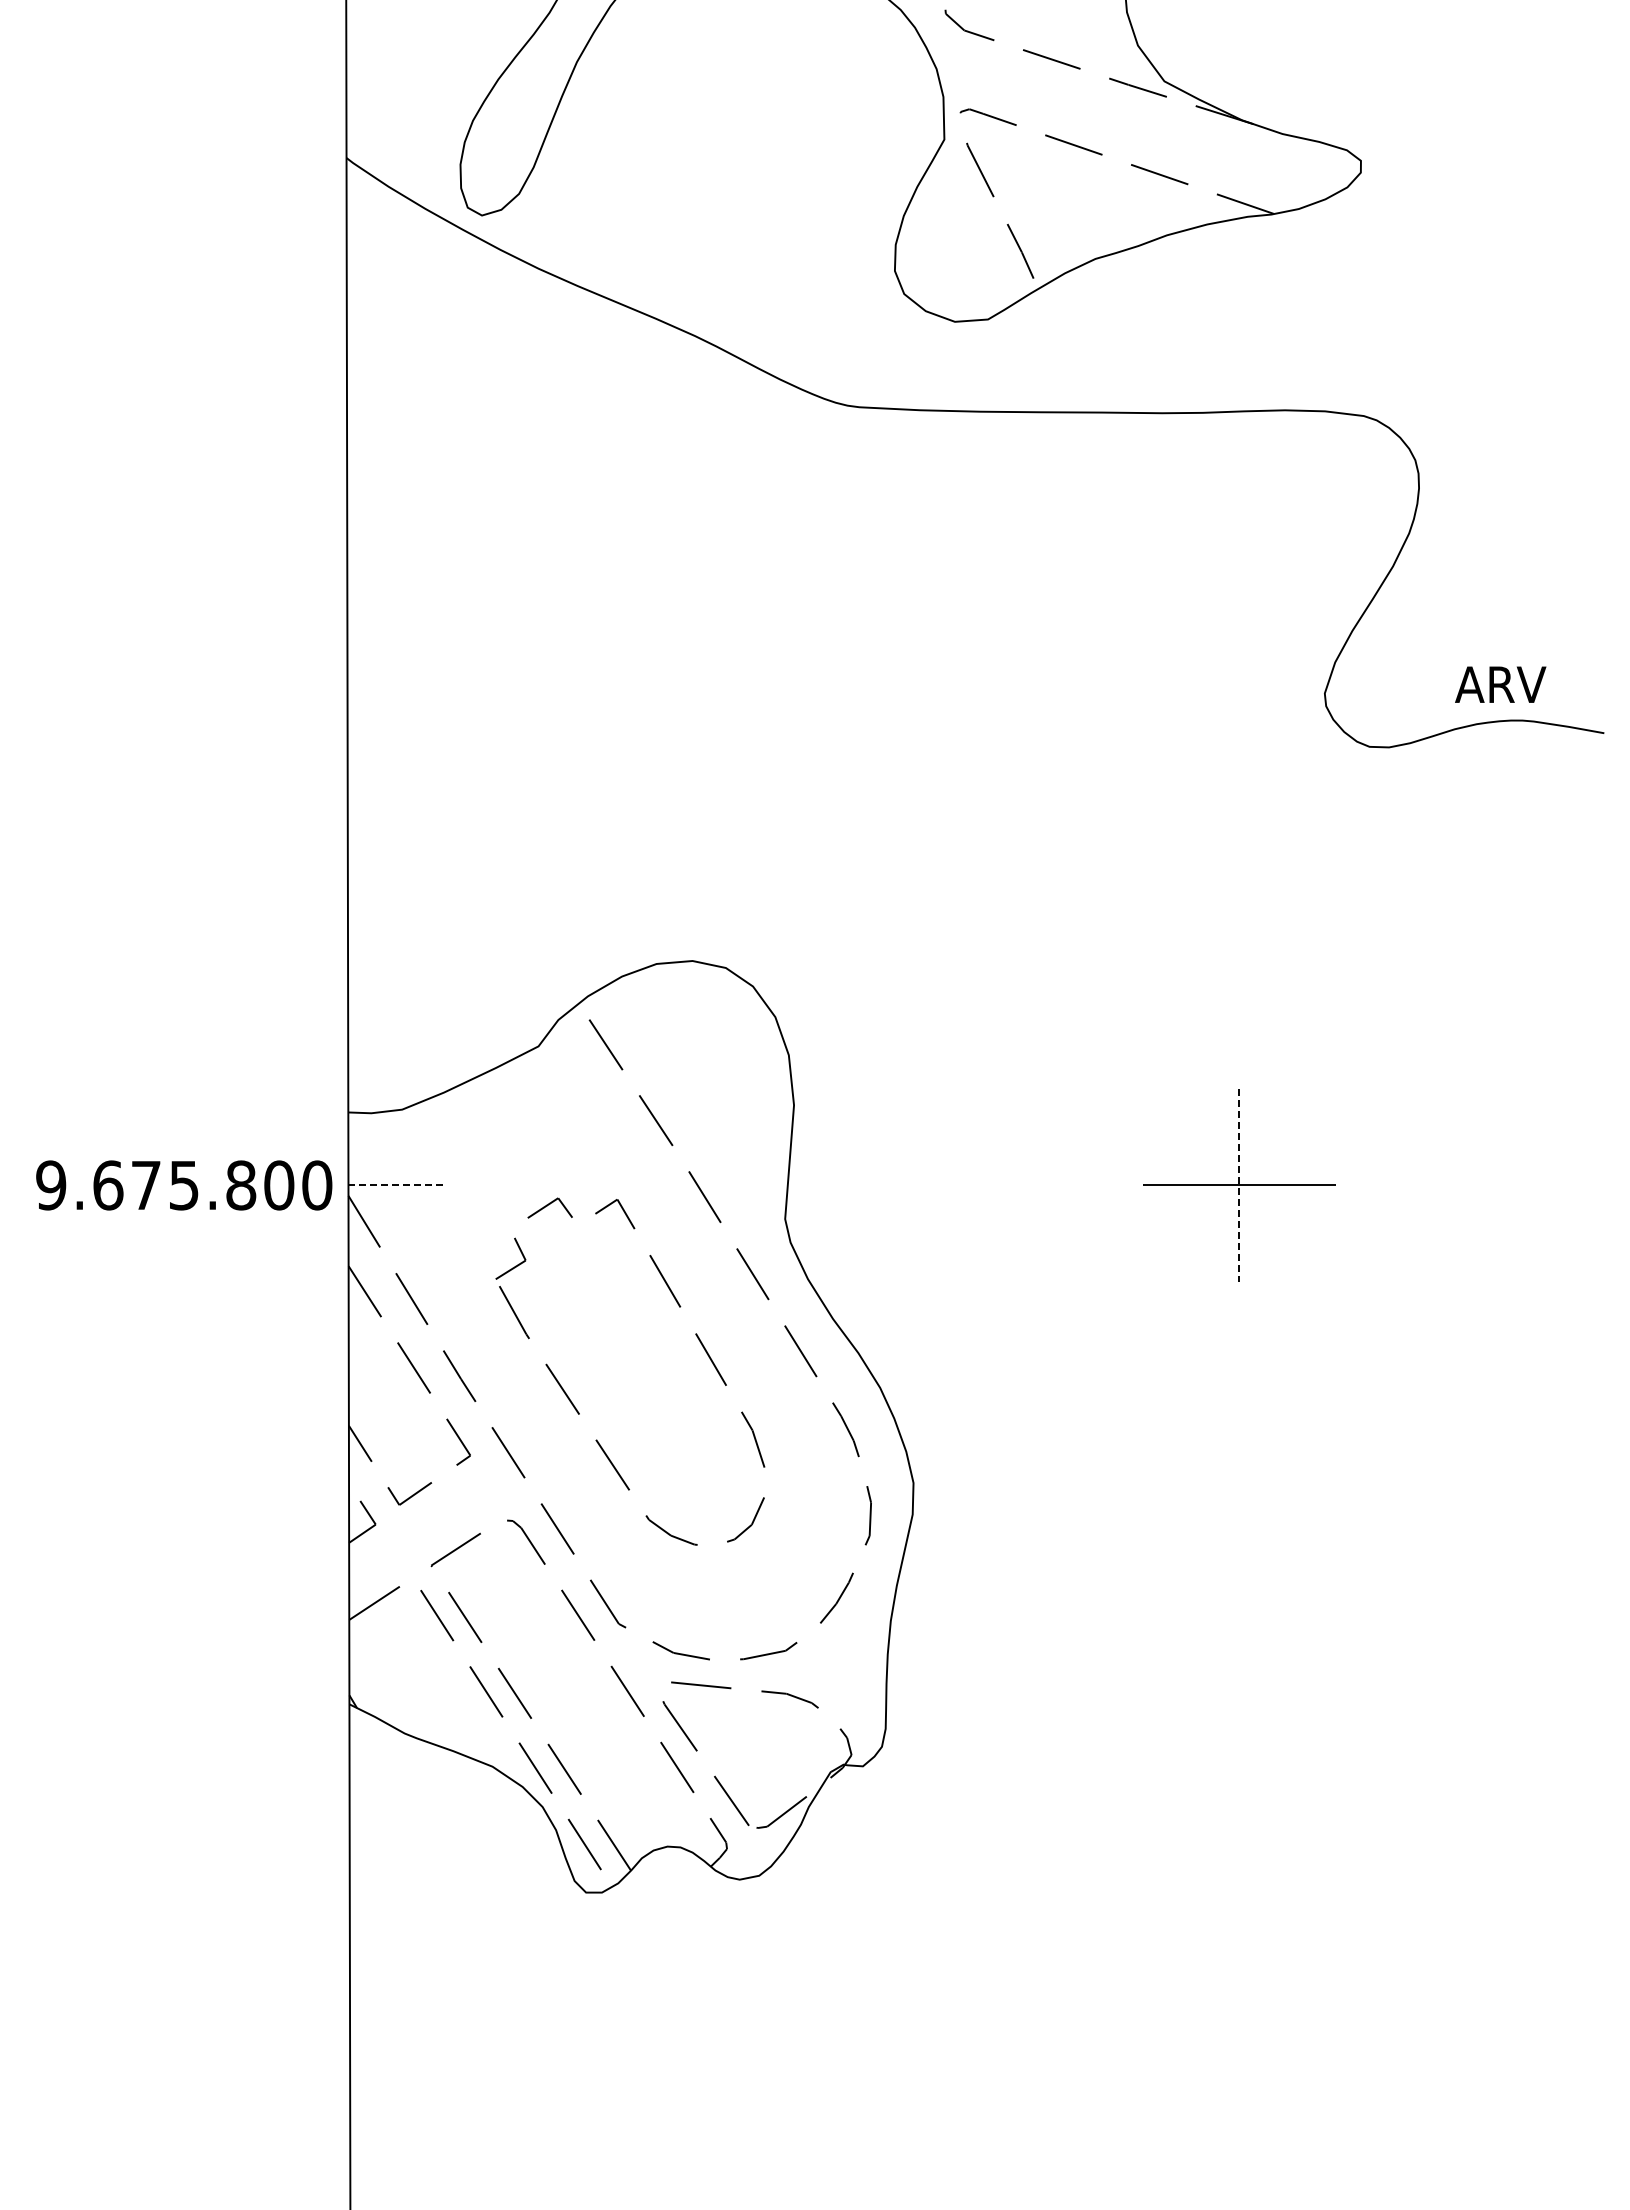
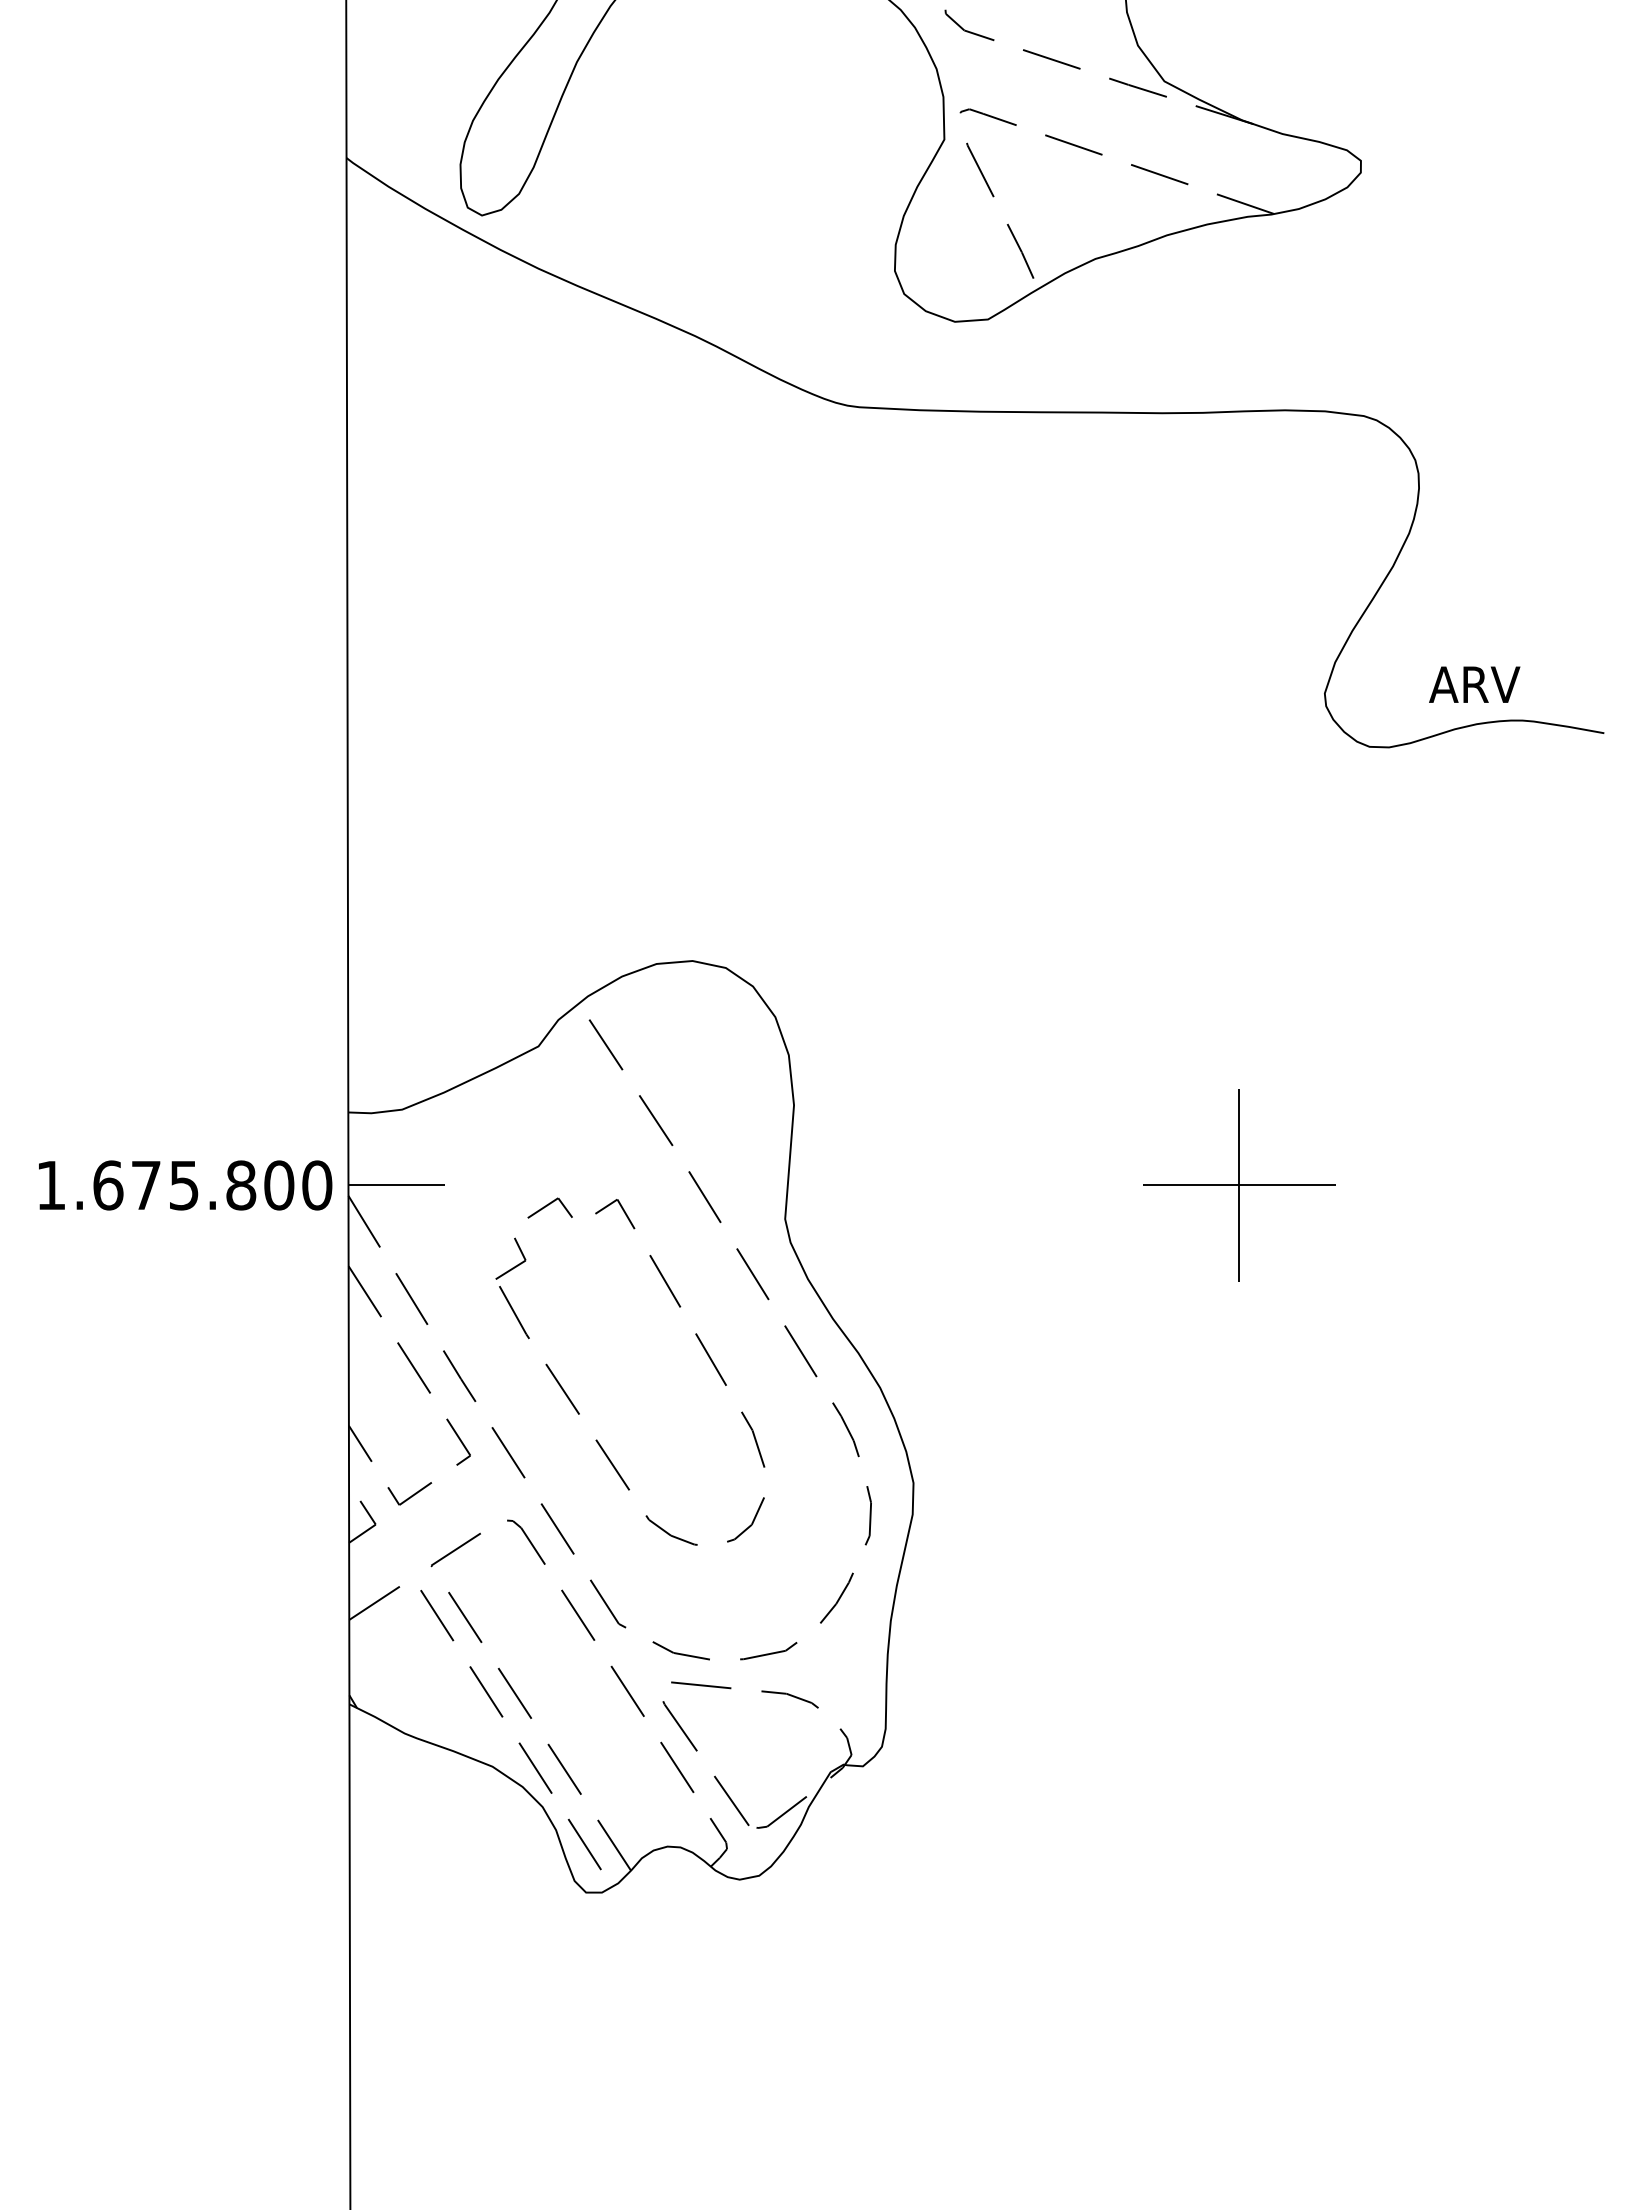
text at (1500, 684) position: (1500, 684) -> (1474, 684)
text at (51, 1185): 9.675.800 -> 1.675.800
line at (397, 1185): dashed -> solid
line at (1239, 1185): dashed -> solid
